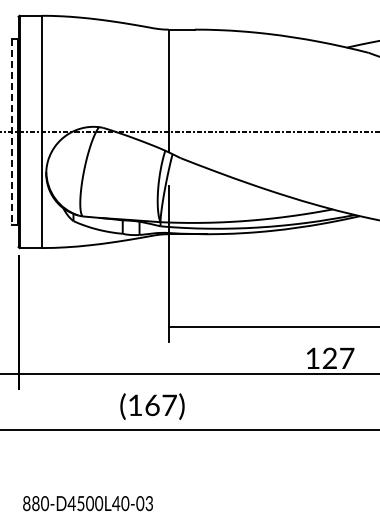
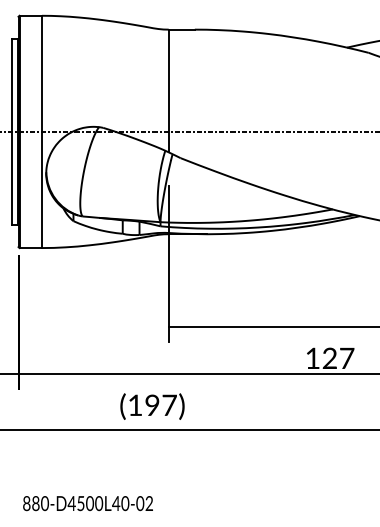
line at (12, 131): dashed -> solid
text at (152, 405): (167) -> (197)
text at (148, 506): 880-D4500L40-03 -> 880-D4500L40-02
